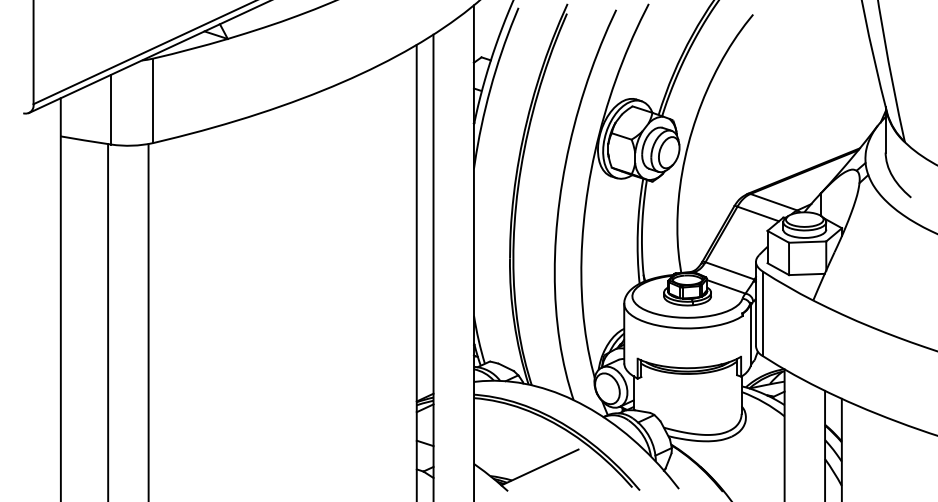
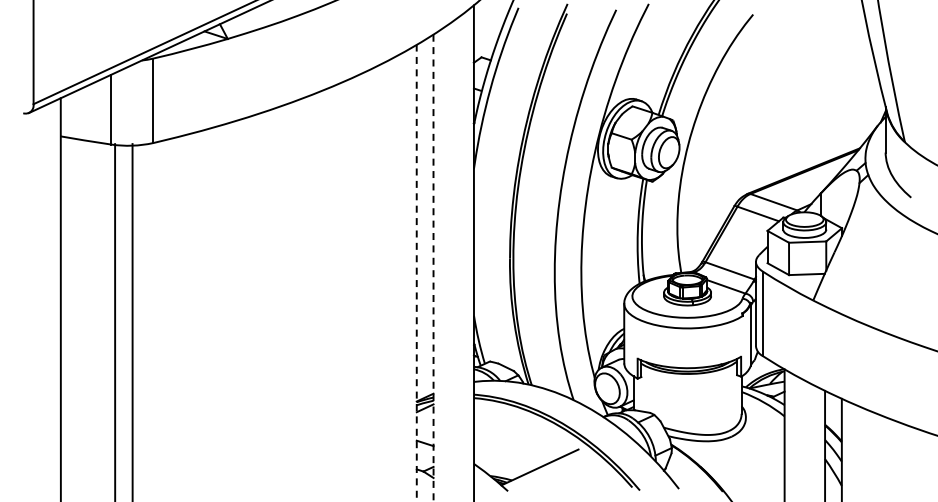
line at (433, 268): solid -> dashed
line at (416, 272): solid -> dashed
line at (108, 321) position: (108, 321) -> (115, 321)
line at (148, 321) position: (148, 321) -> (132, 321)
